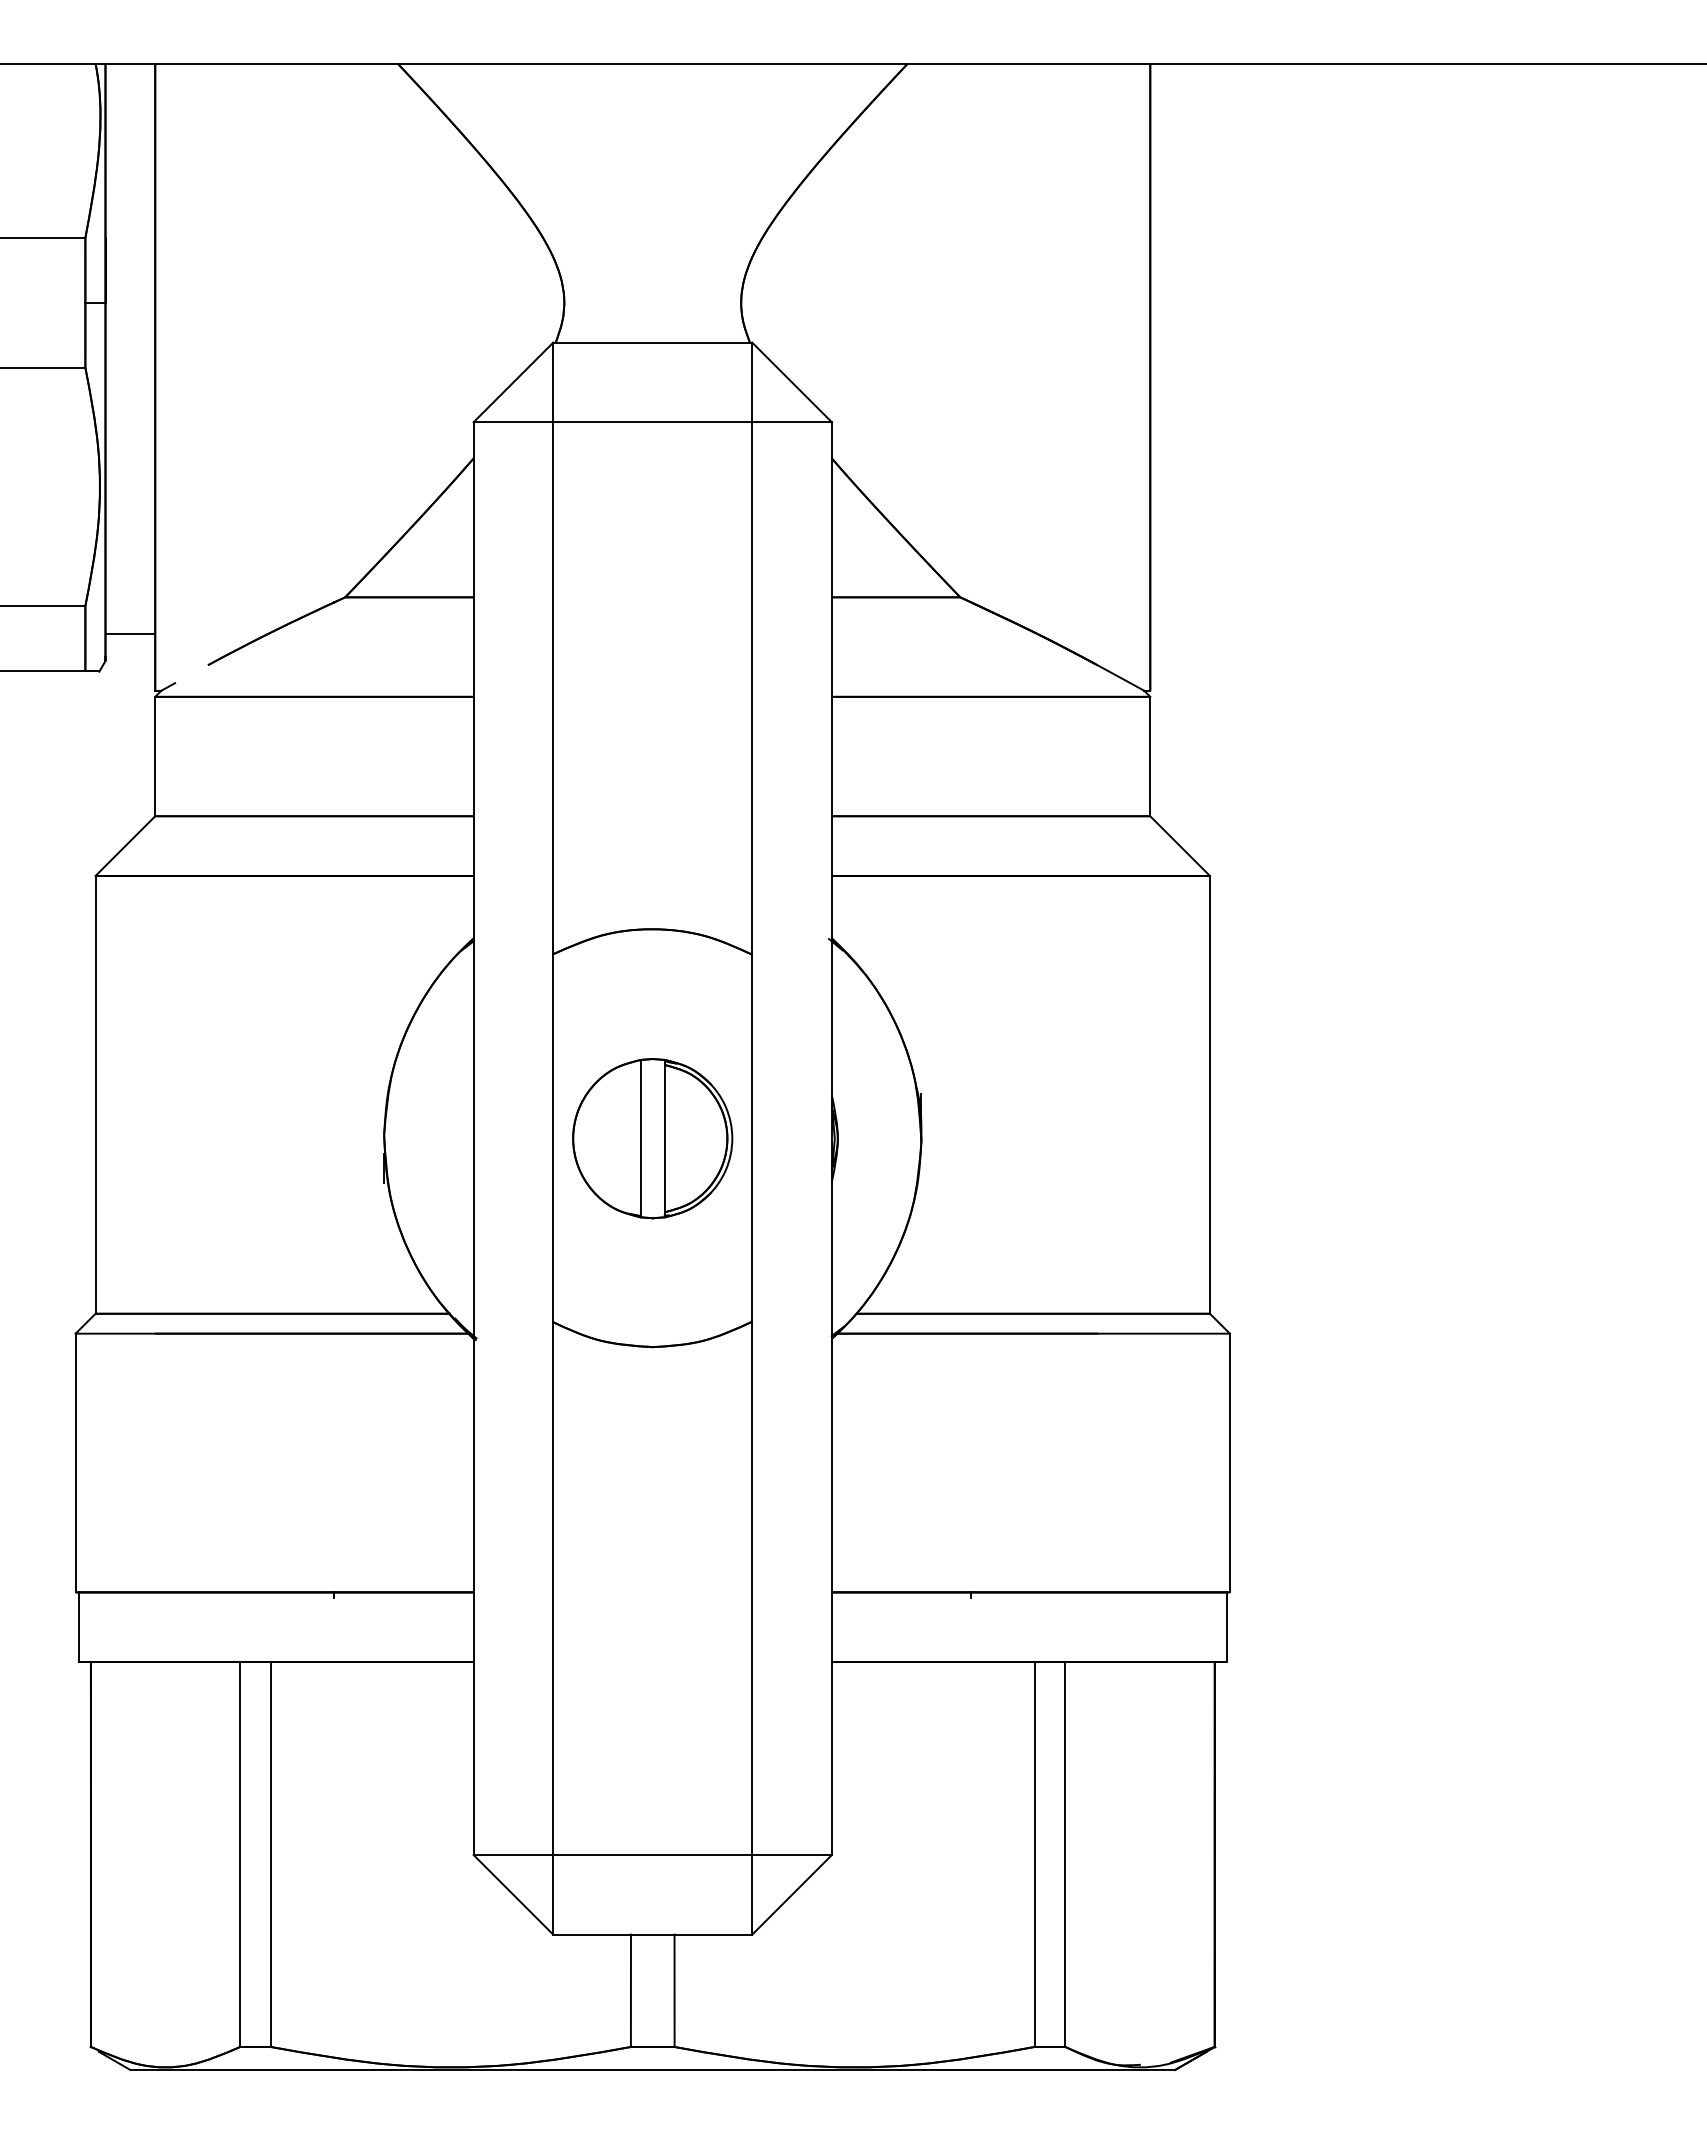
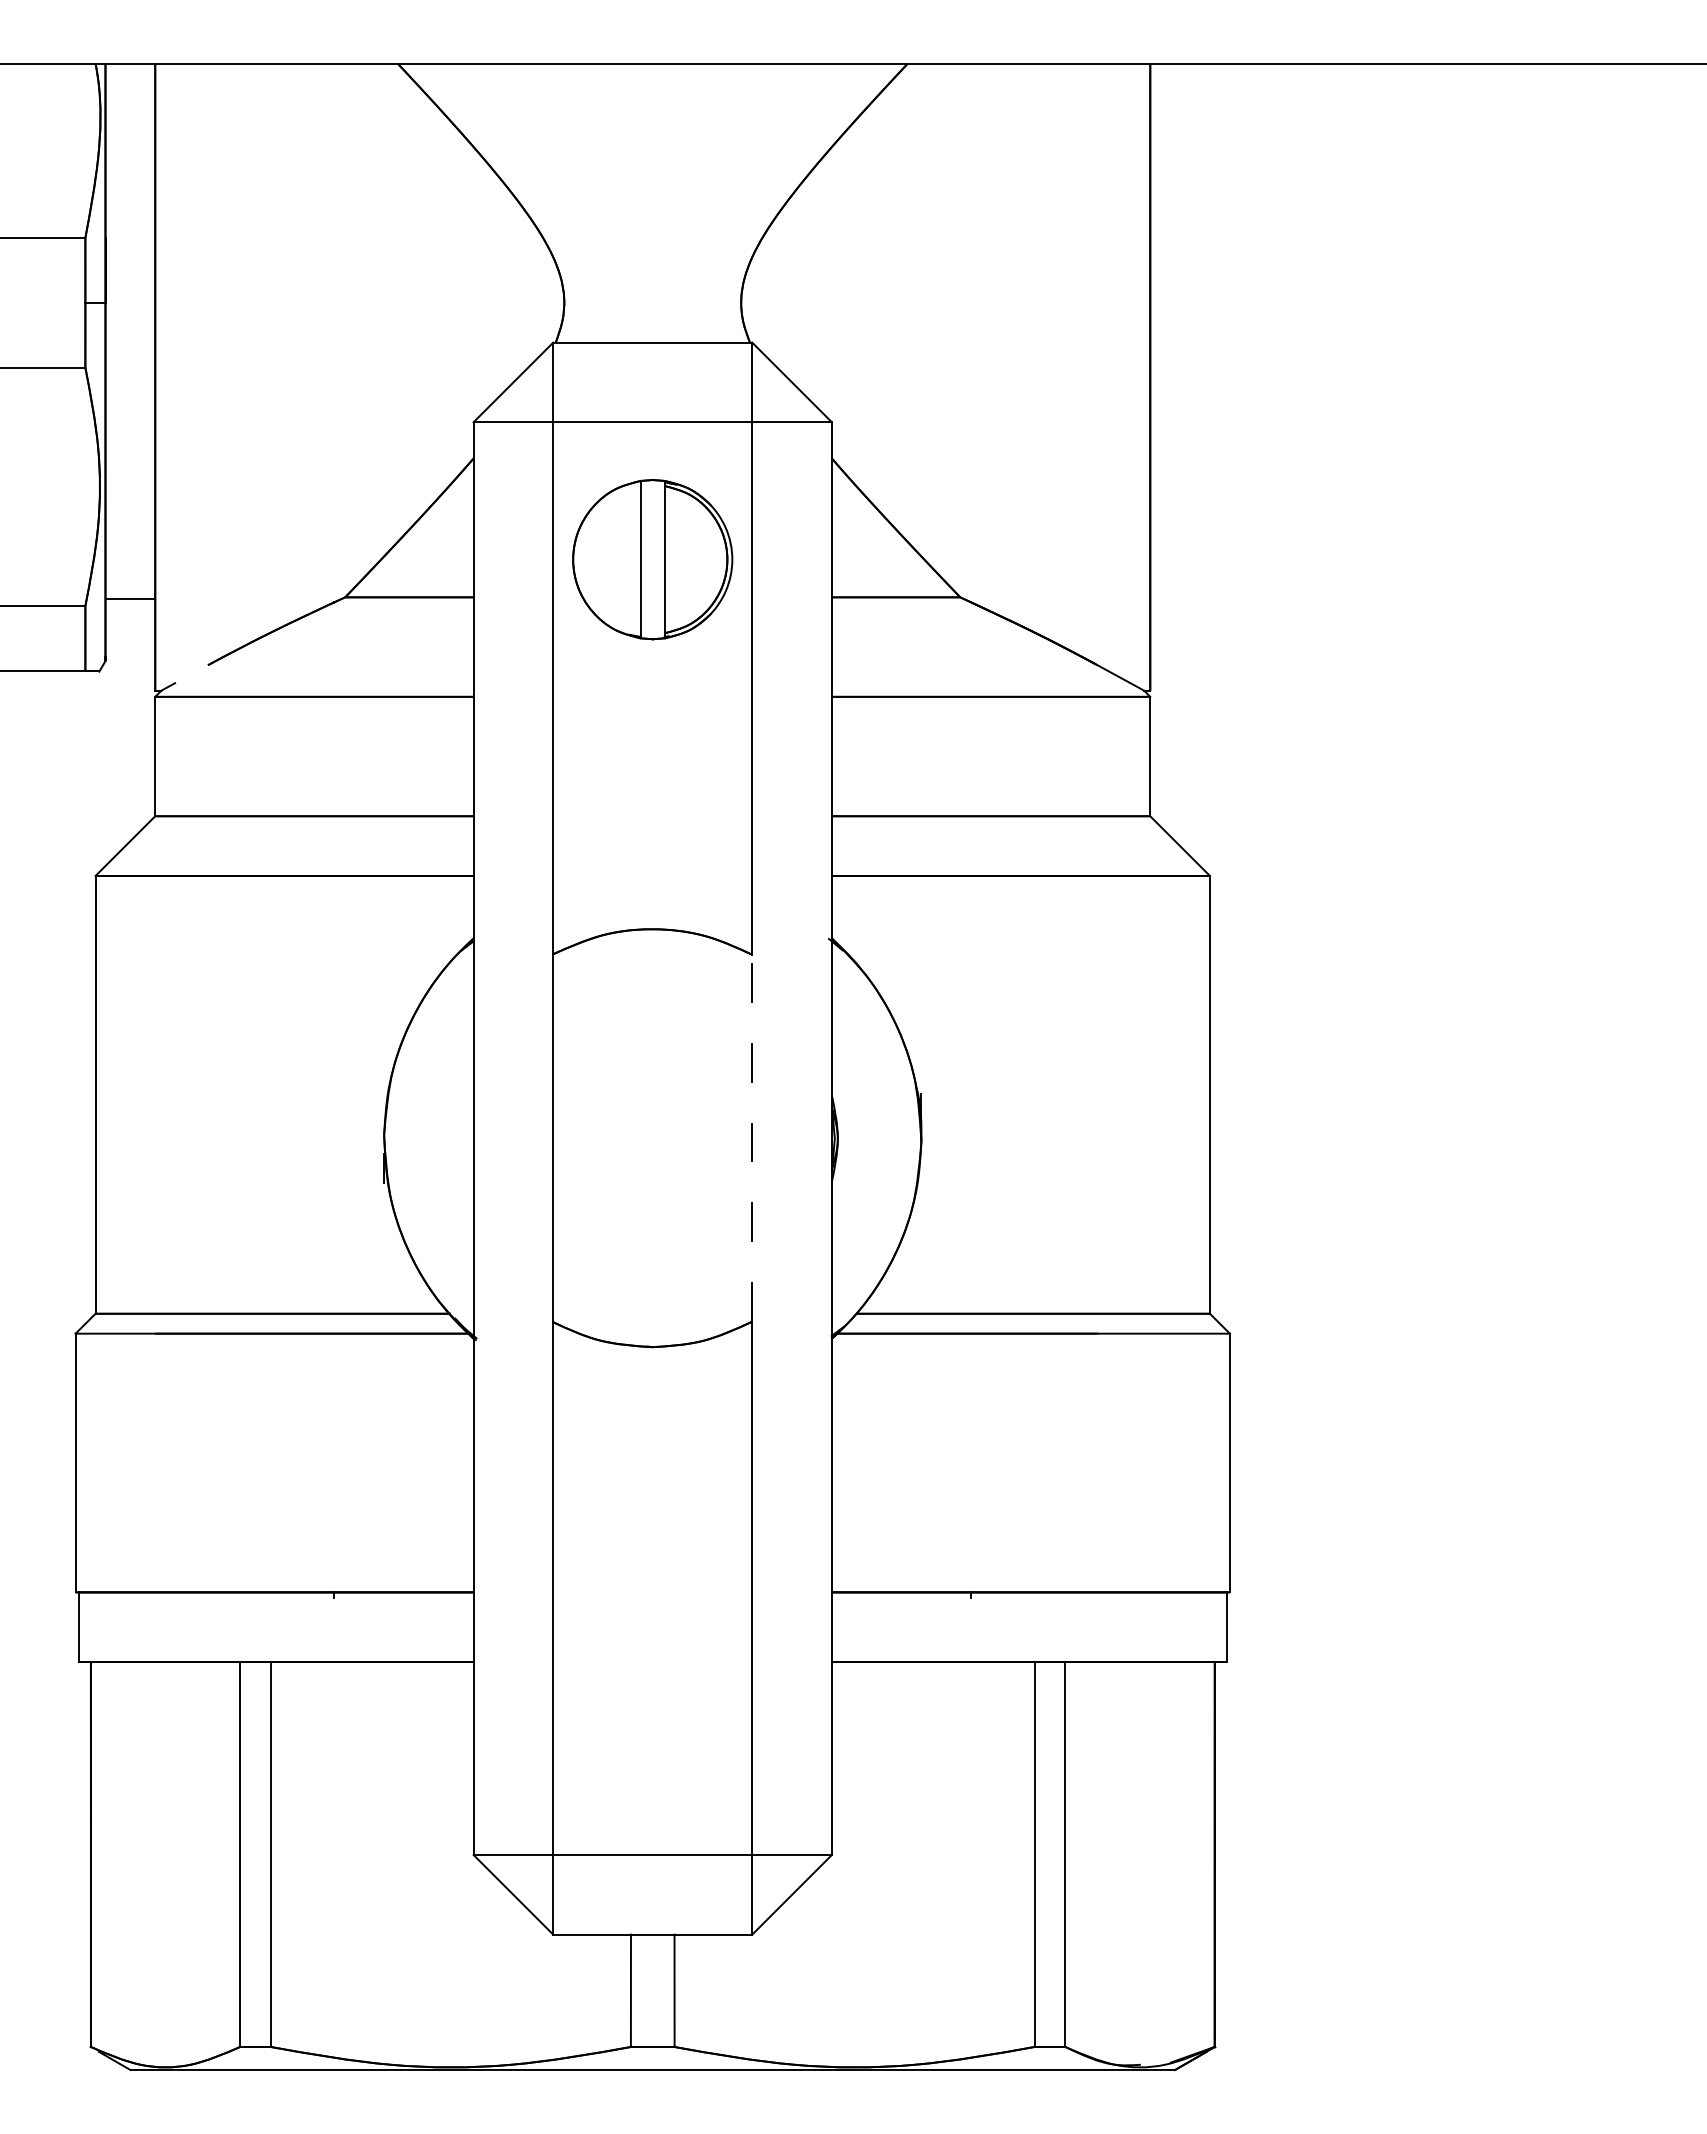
line at (130, 633) position: (130, 633) -> (130, 598)
line at (752, 1137): solid -> dashed
part at (652, 1138) position: (652, 1138) -> (652, 559)
